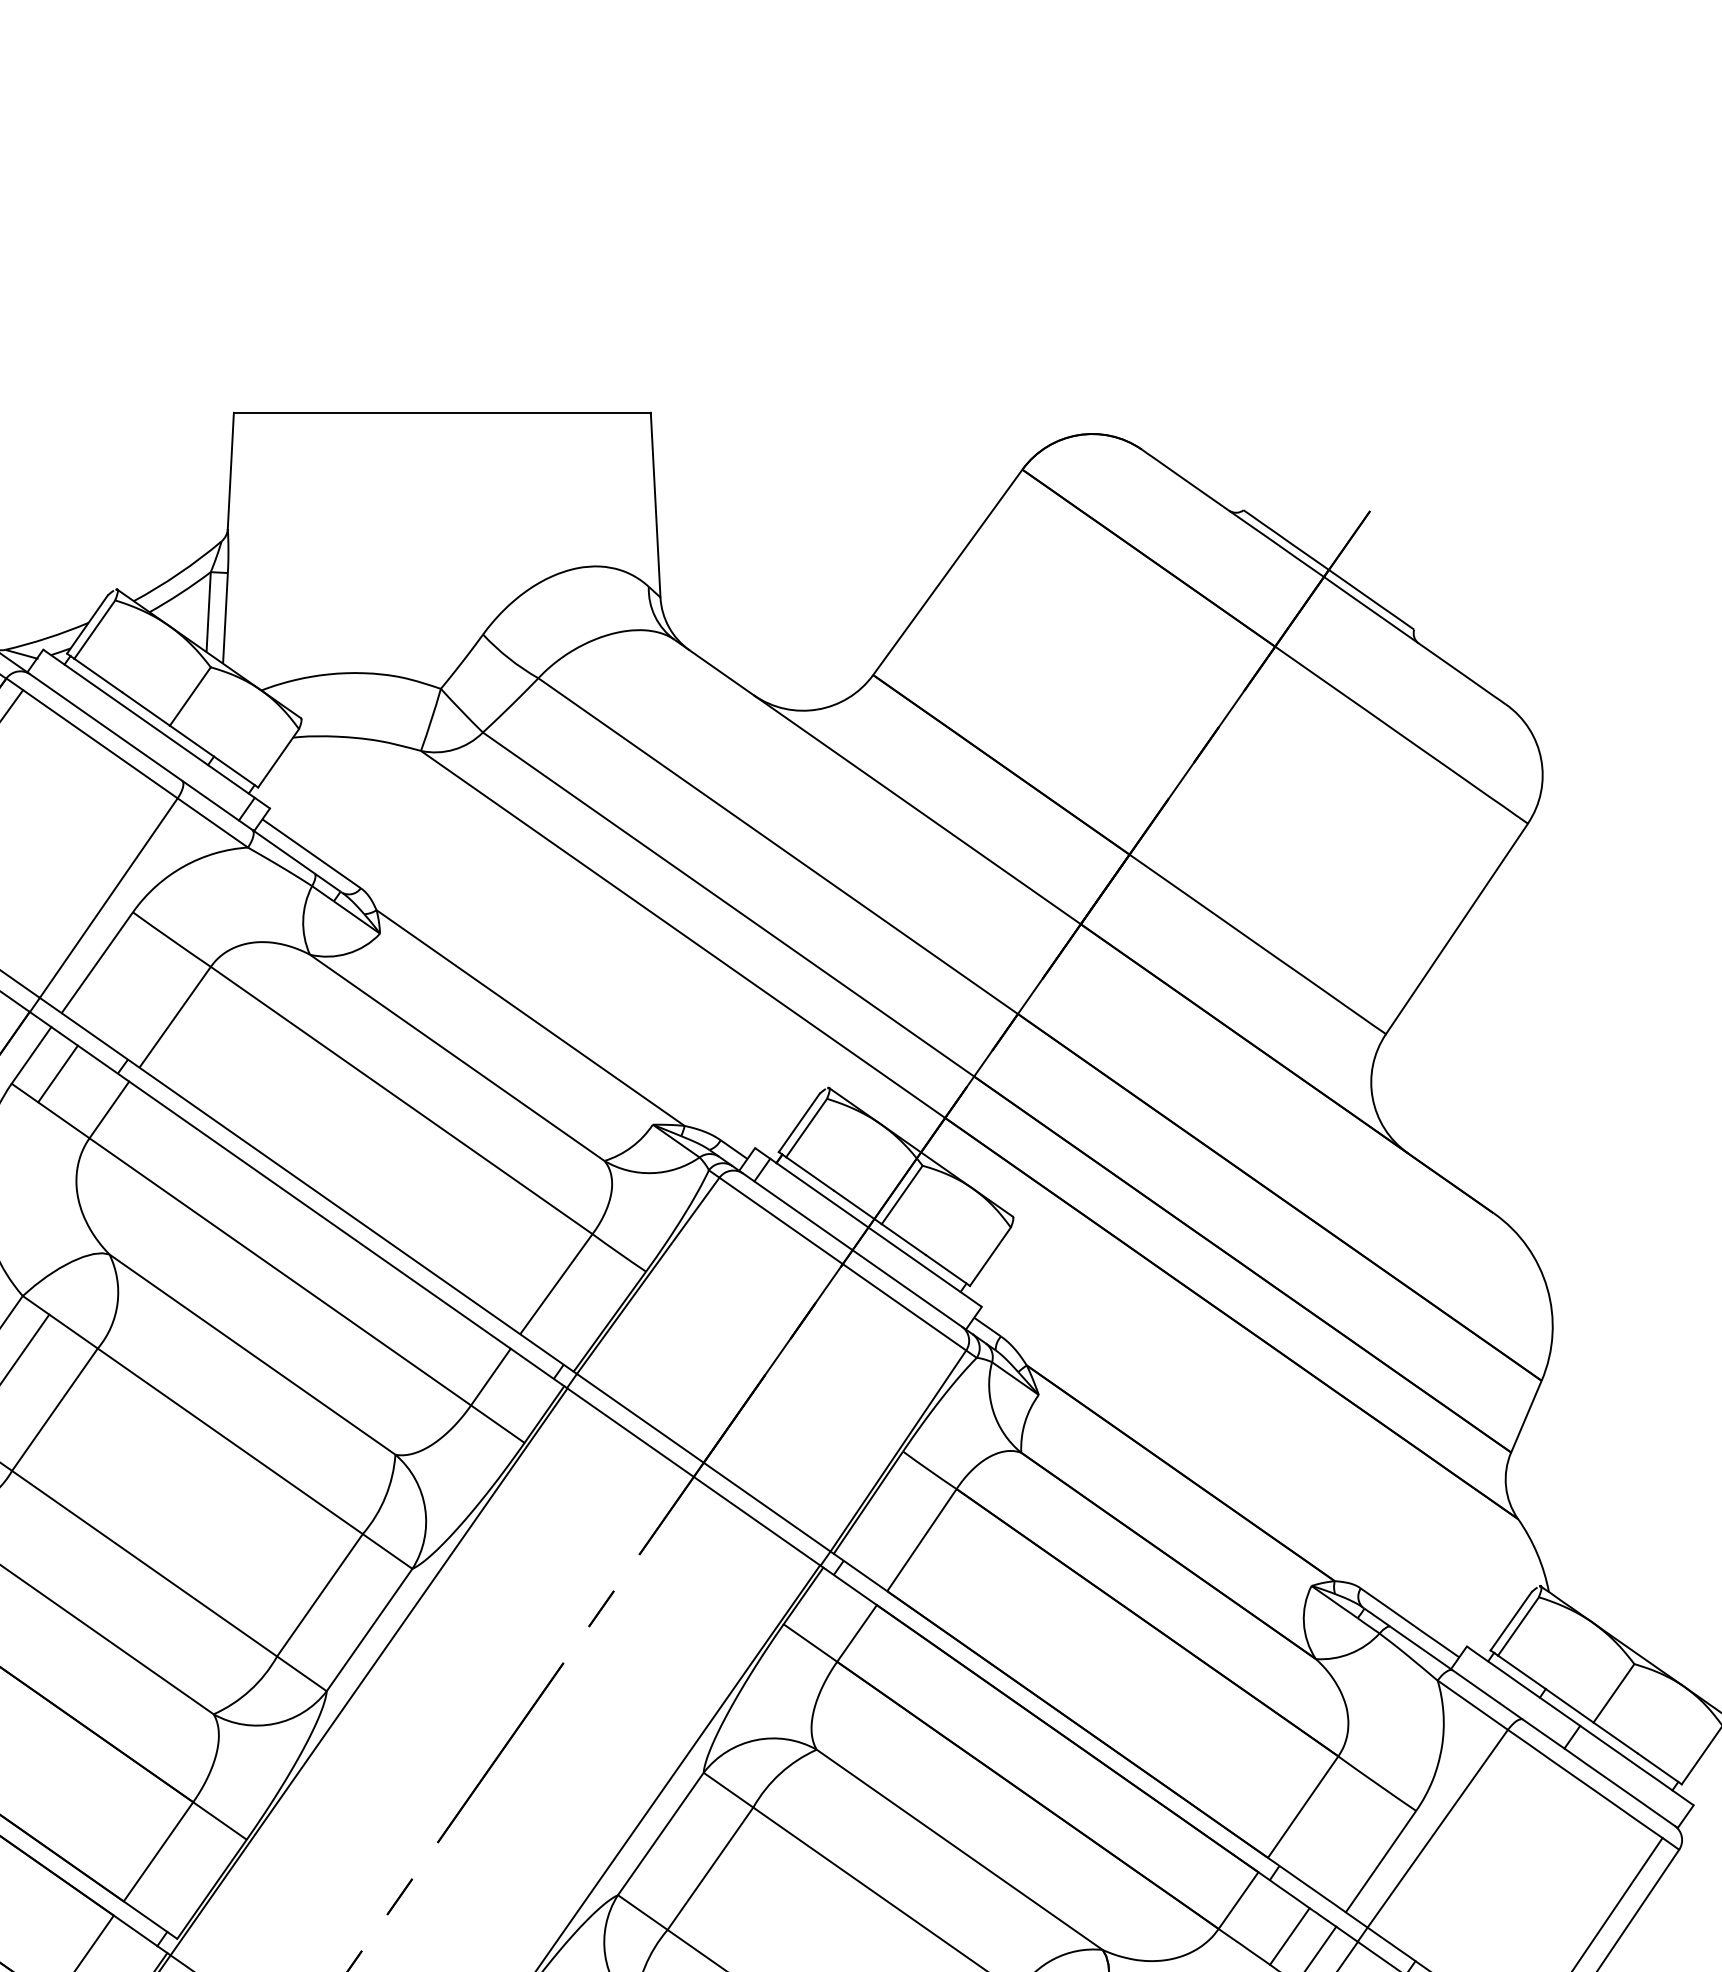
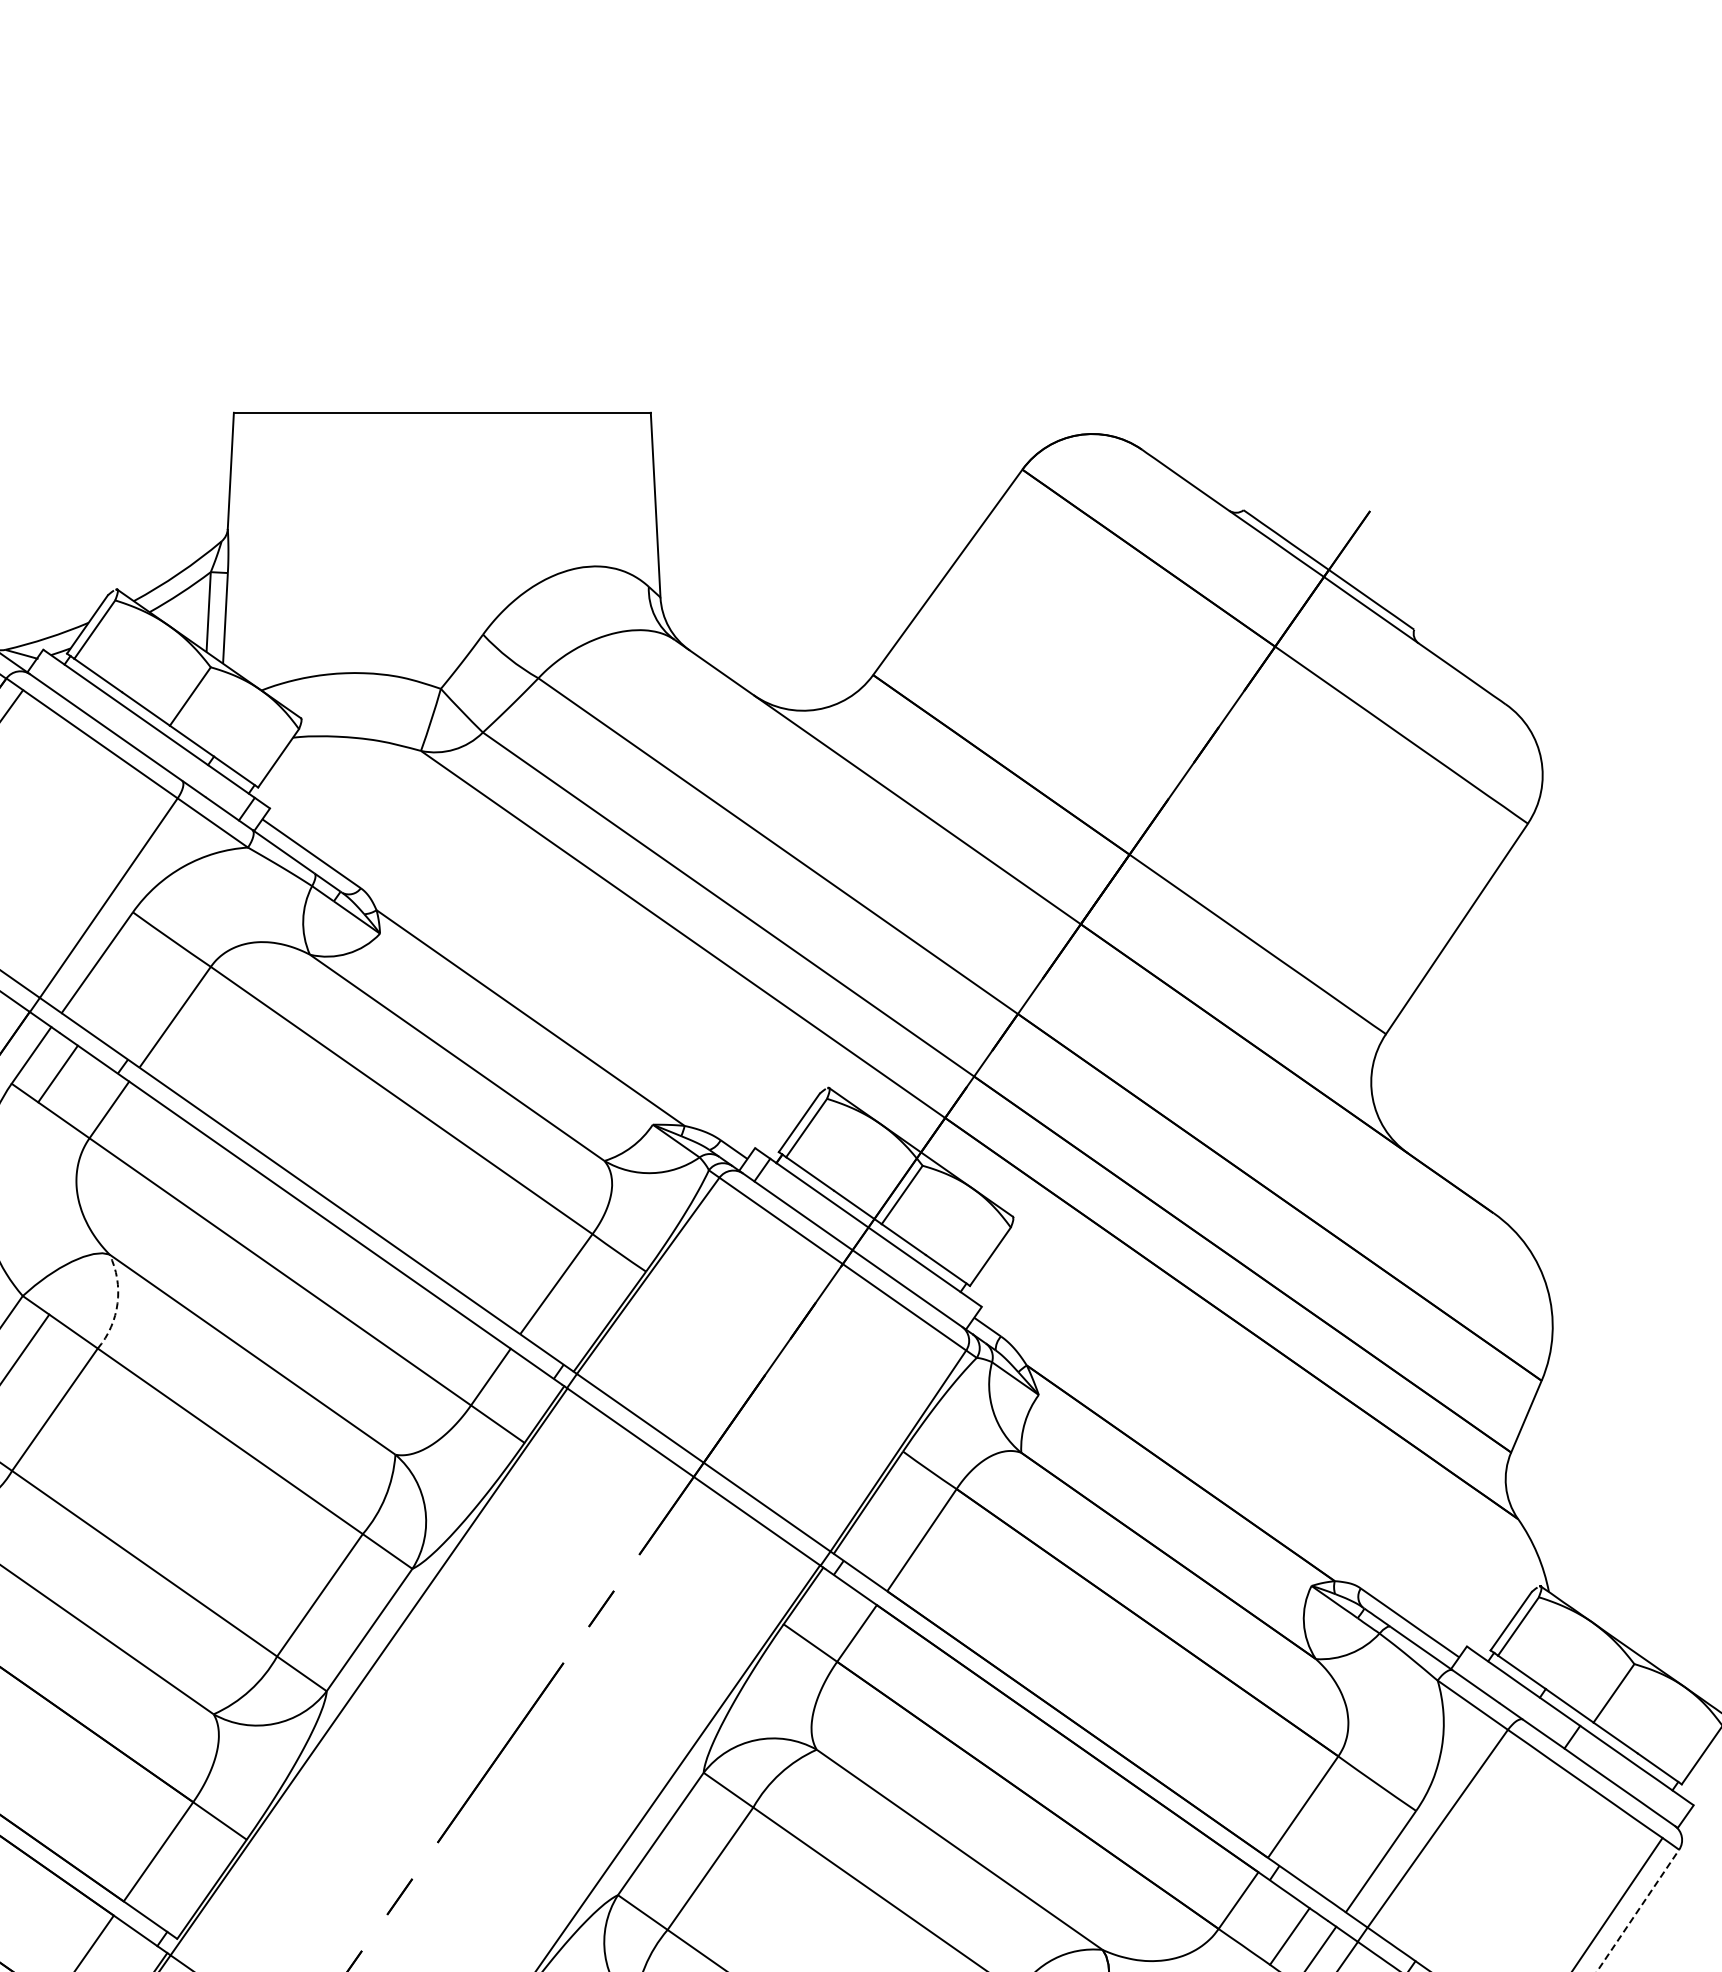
arc at (117, 1303): solid -> dashed
line at (1638, 1910): solid -> dashed
